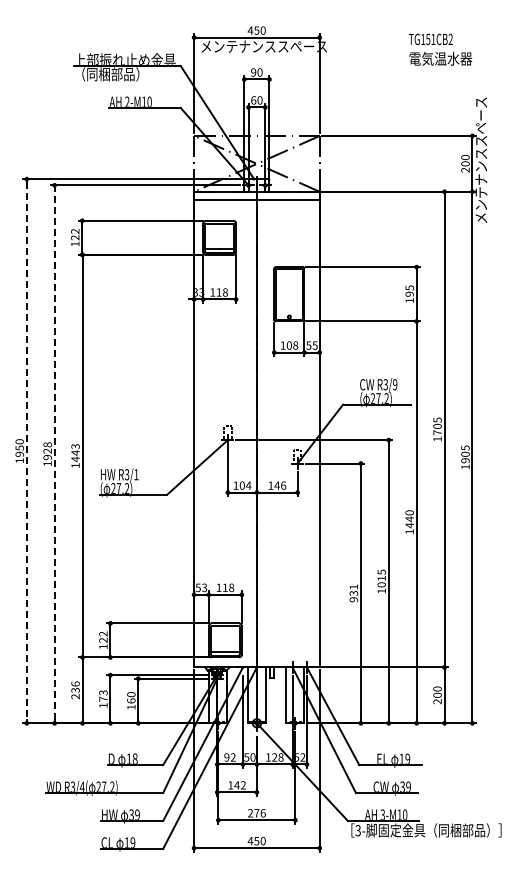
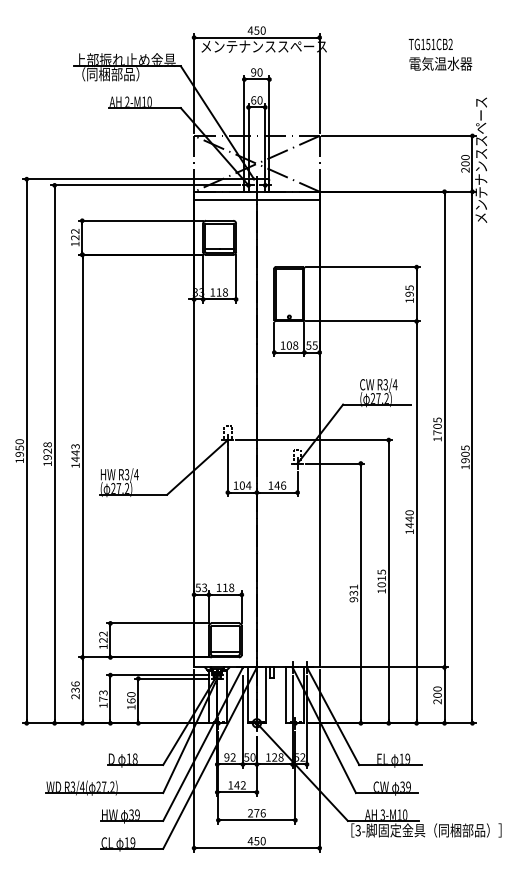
text at (440, 49) position: (440, 49) -> (440, 54)
text at (394, 384): R3/9 -> R3/4
line at (26, 451): dashed -> solid
line at (54, 453): dashed -> solid
text at (136, 474): R3/1 -> R3/4
